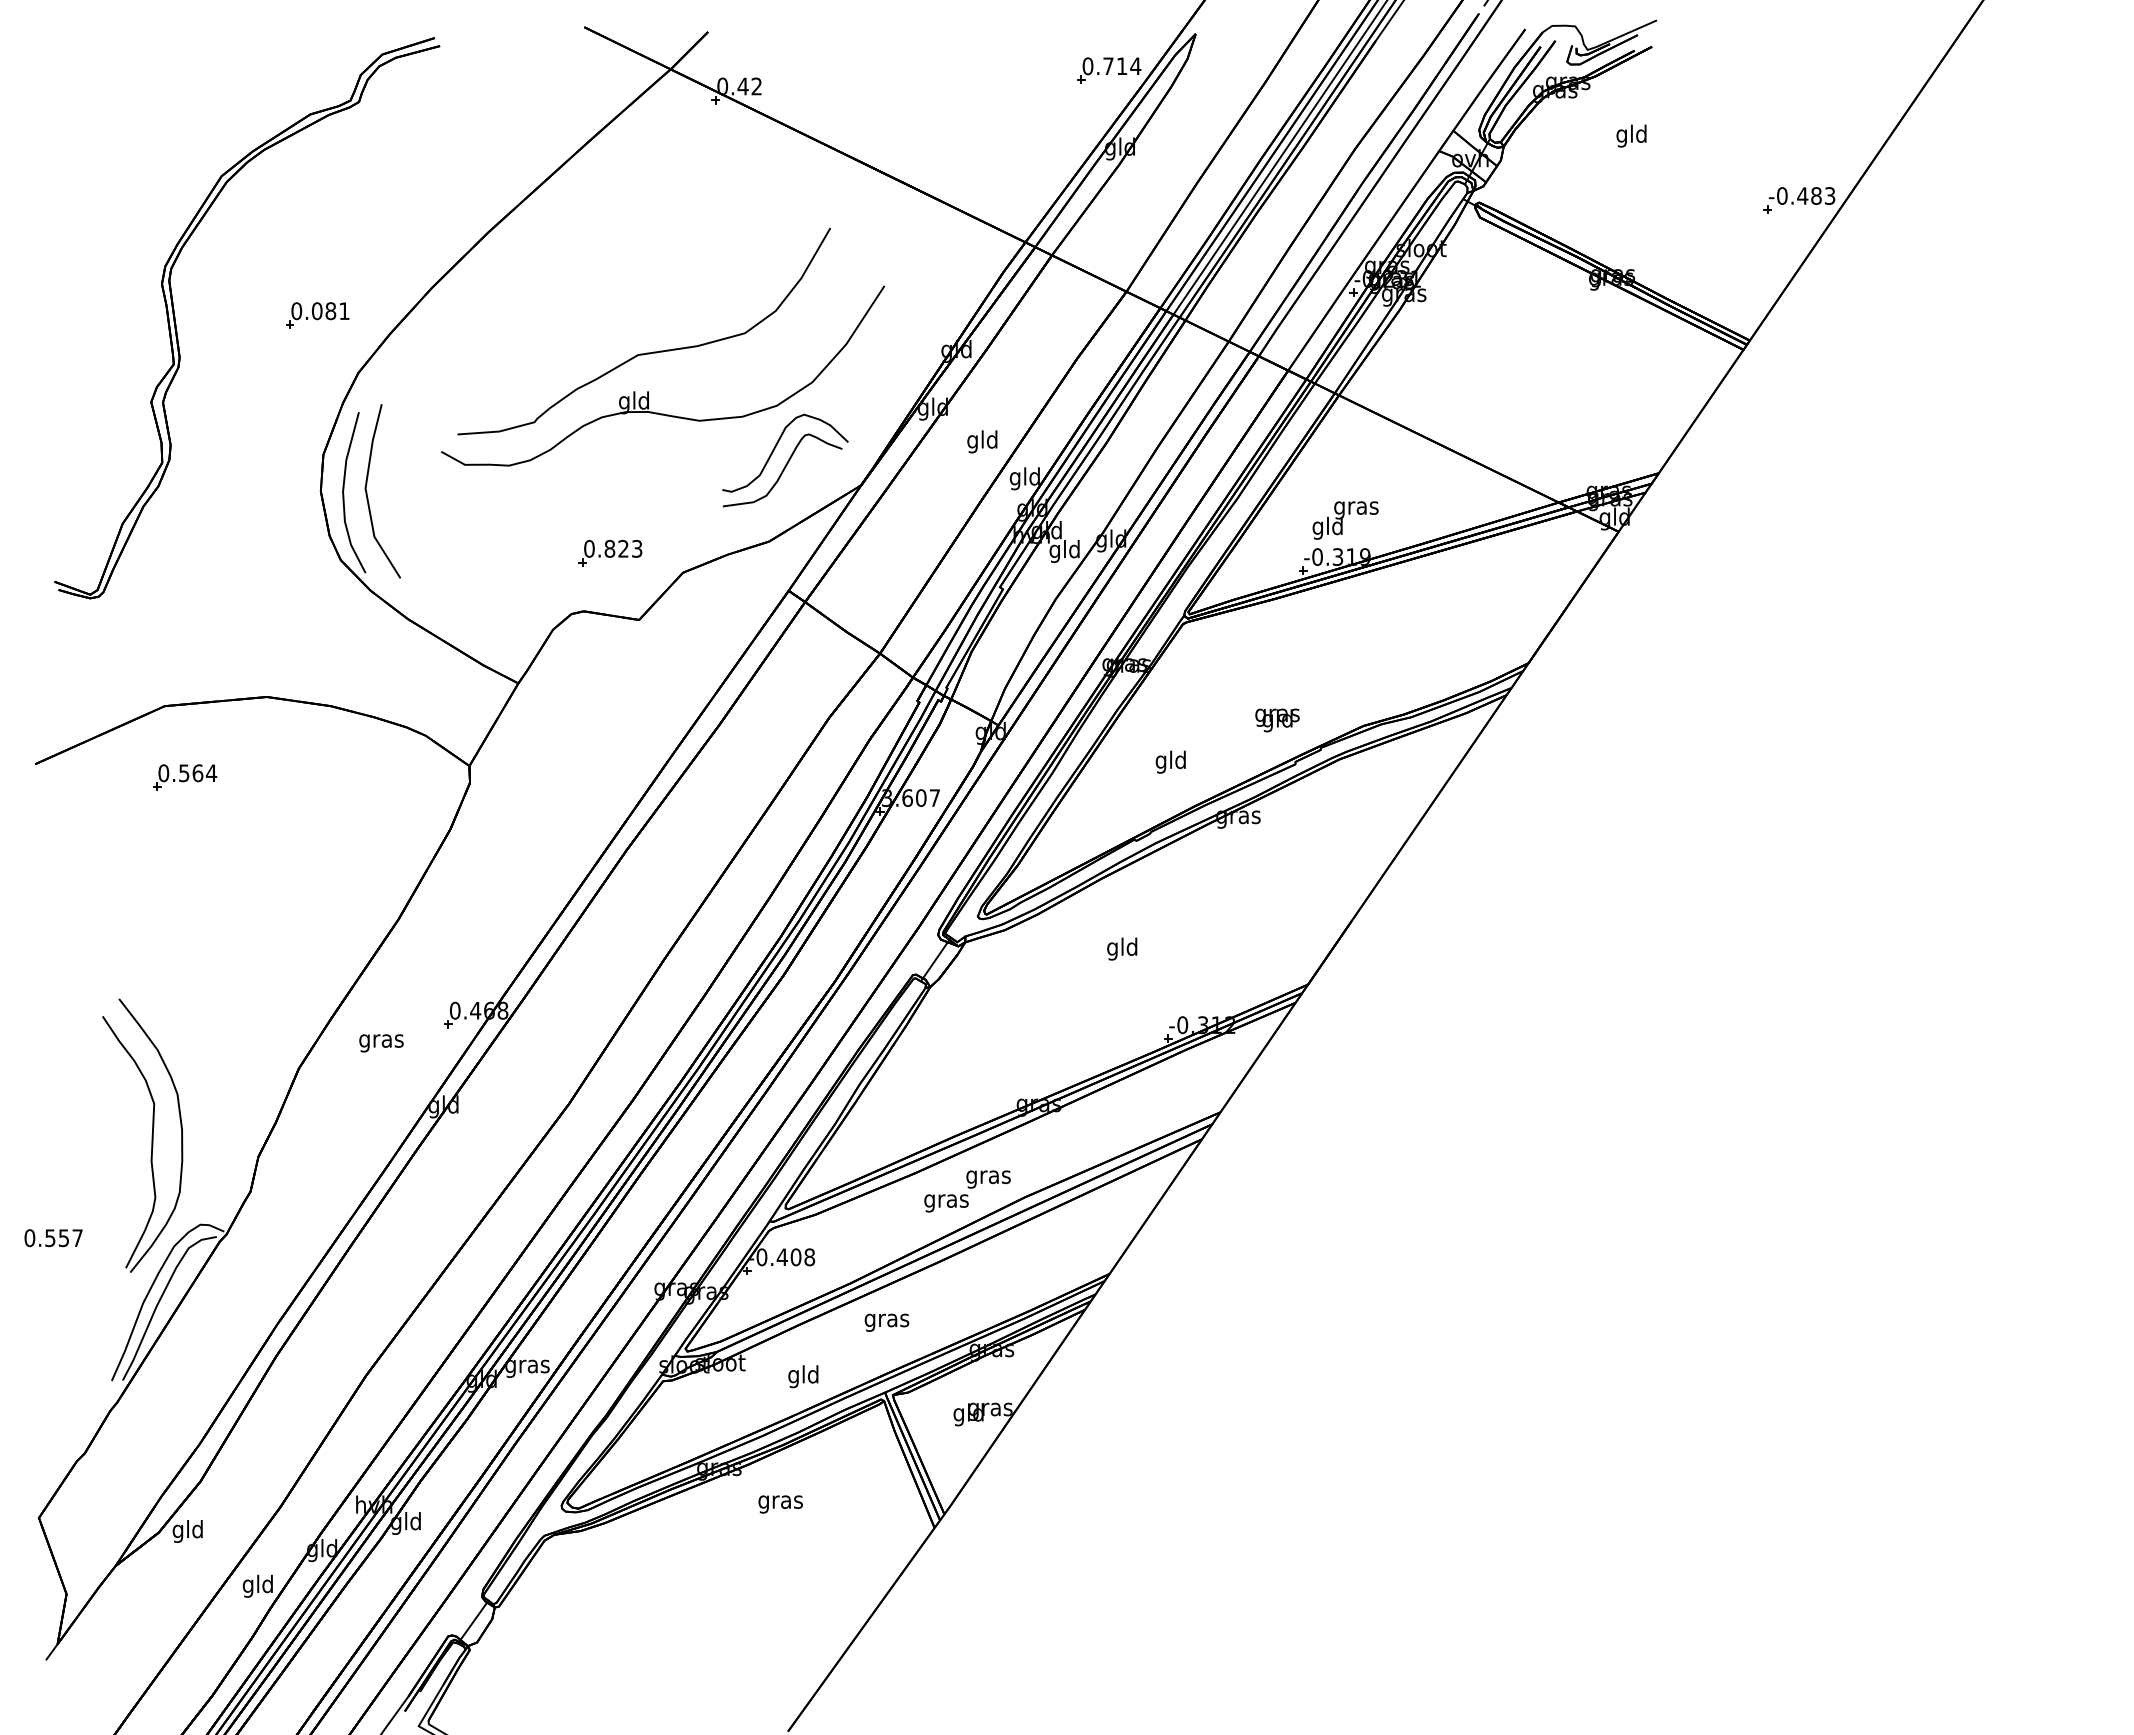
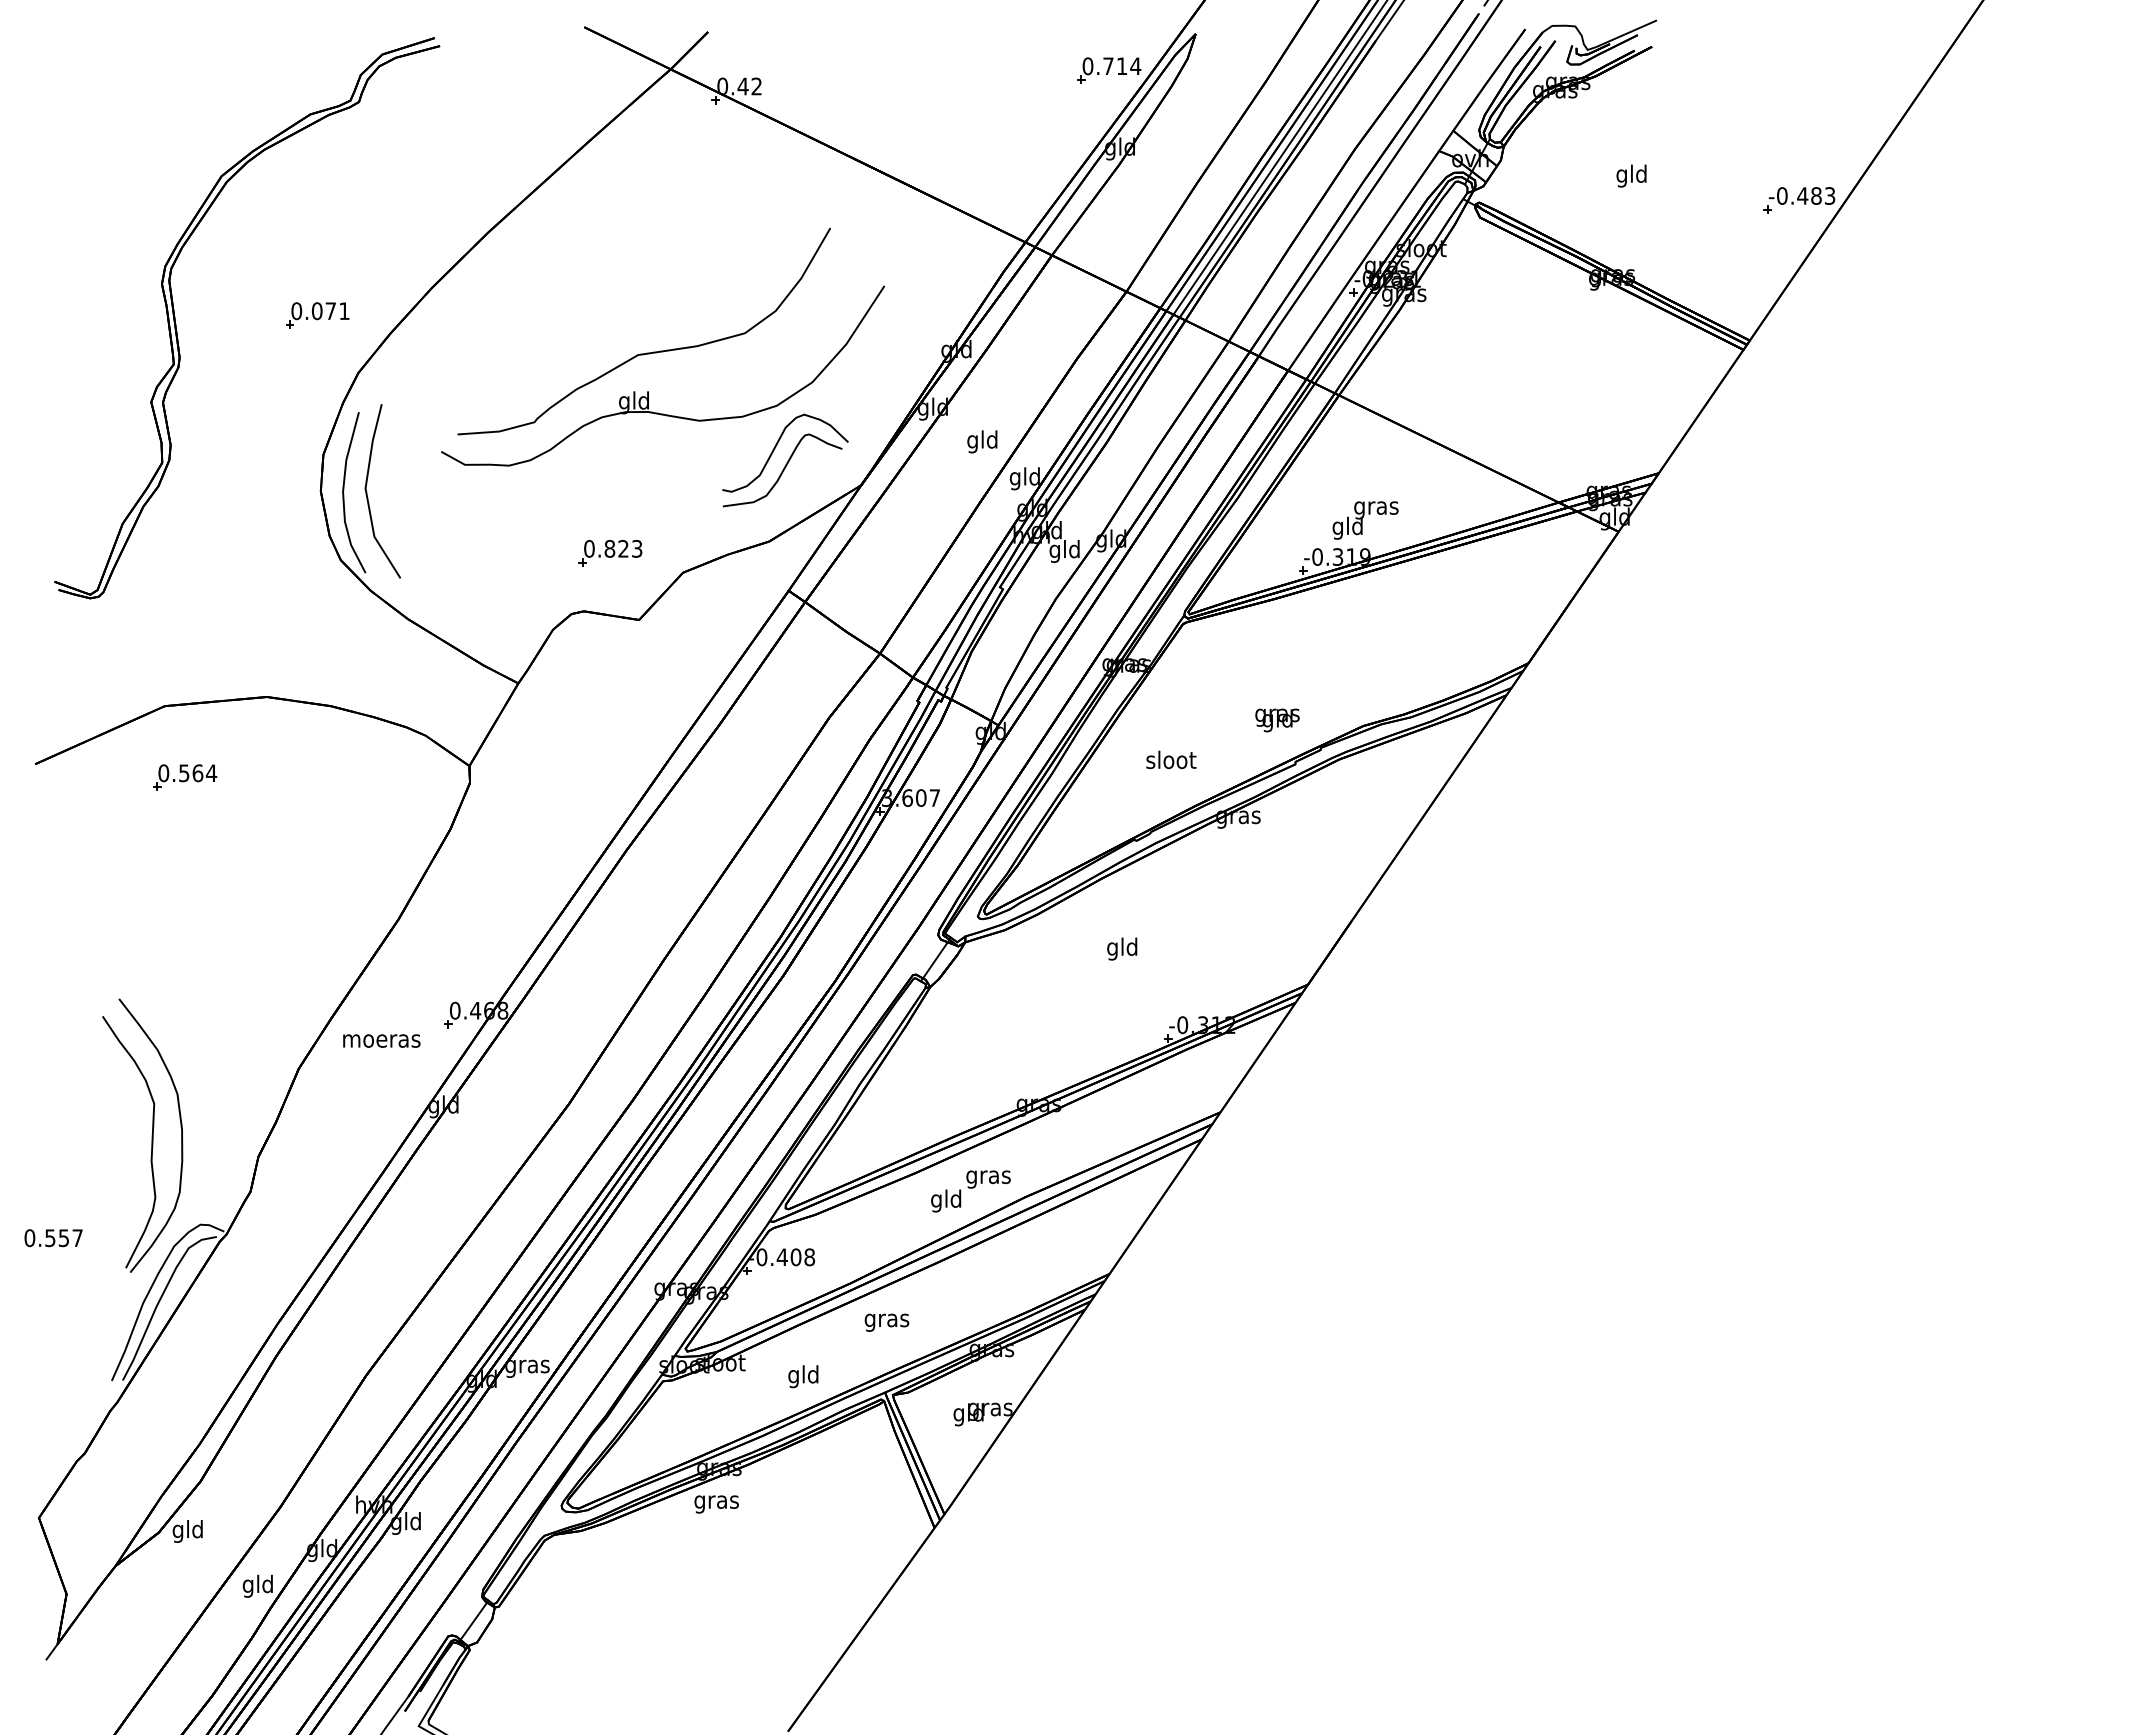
text at (1631, 135) position: (1631, 135) -> (1631, 175)
text at (330, 311): 0.081 -> 0.071
text at (1345, 520) position: (1345, 520) -> (1365, 520)
text at (1171, 761): gld -> sloot
text at (381, 1043): gras -> moeras
text at (946, 1200): gras -> gld
text at (780, 1504) position: (780, 1504) -> (716, 1504)
